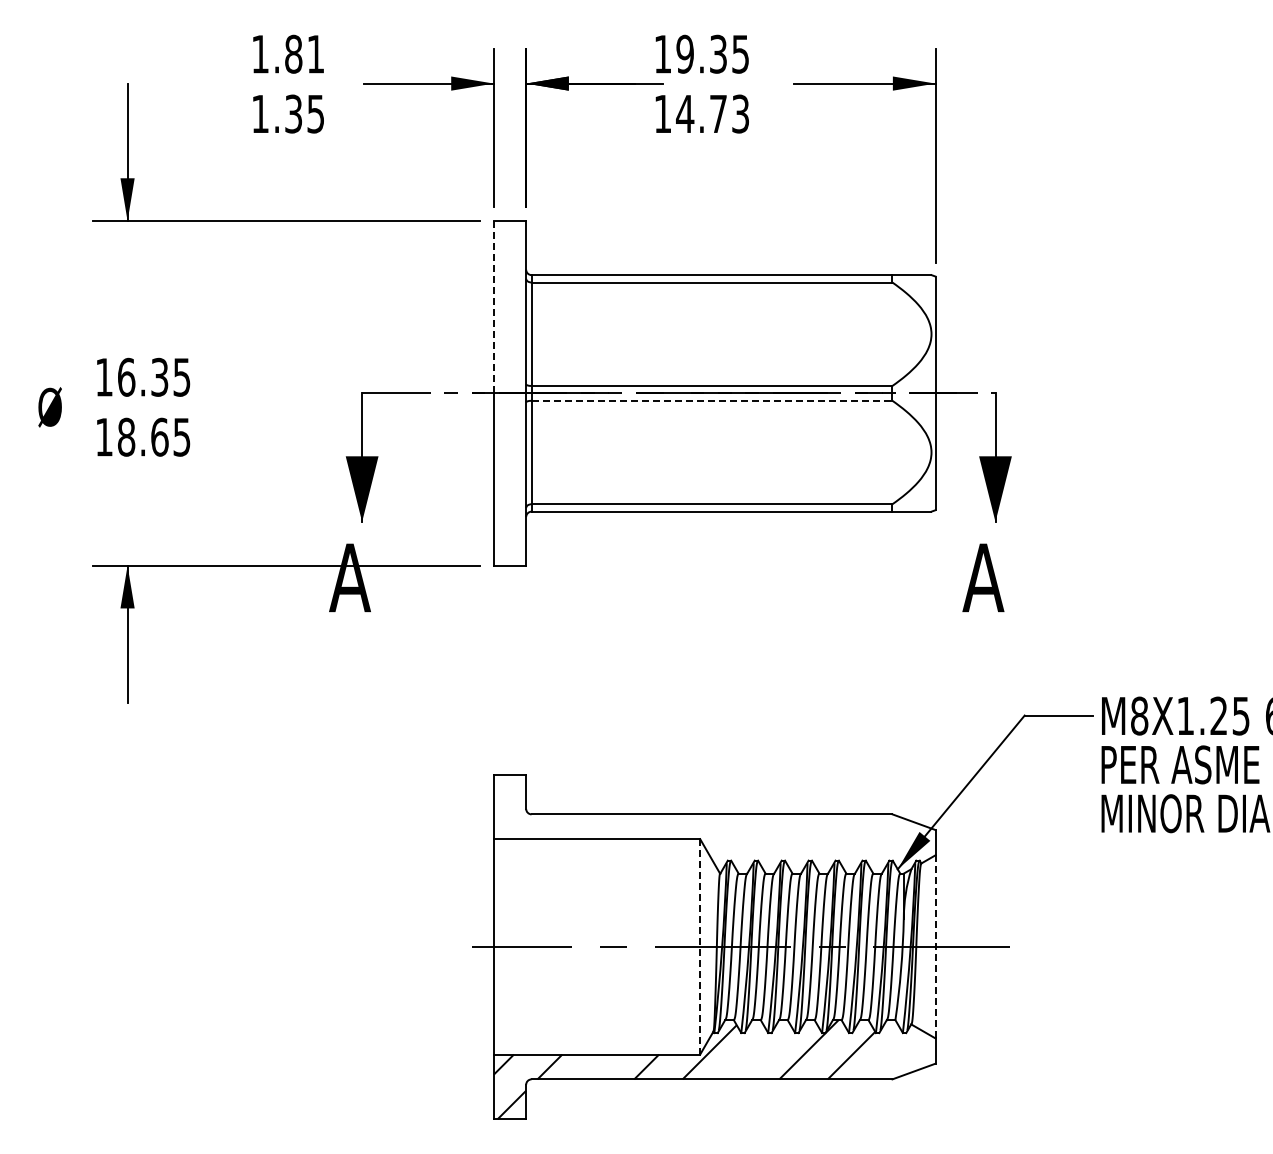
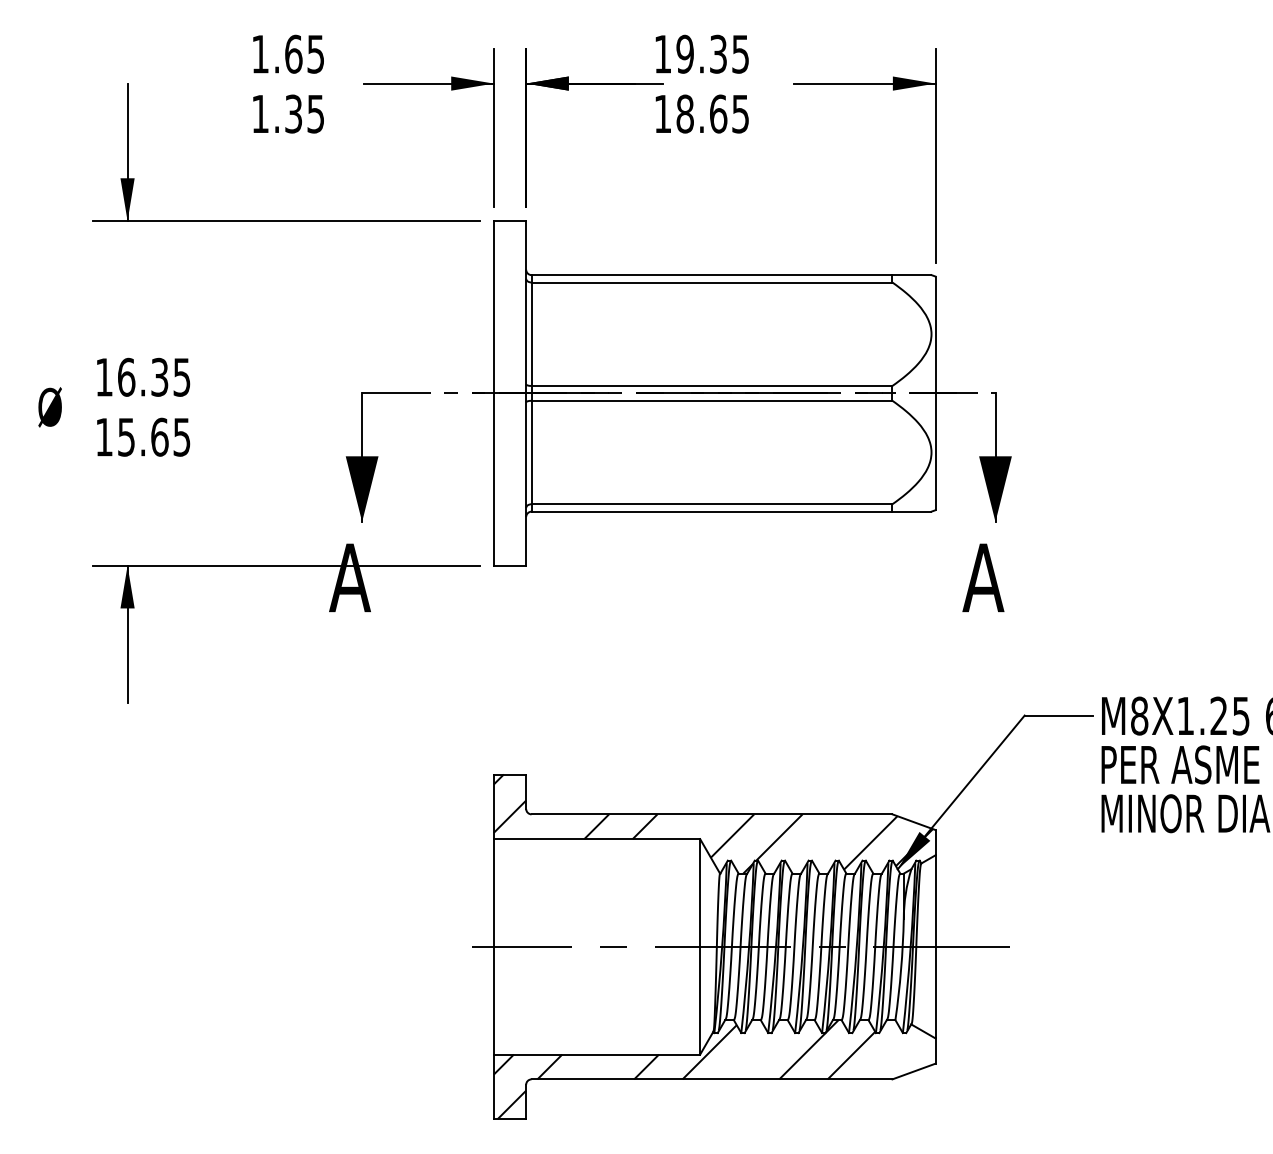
text at (304, 53): 1.81 -> 1.65
text at (712, 113): 14.73 -> 18.65
line at (493, 306): dashed -> solid
line at (712, 400): dashed -> solid
text at (126, 436): 18.65 -> 15.65
hatch at (712, 823): none -> present
line at (700, 946): dashed -> solid
line at (935, 946): dashed -> solid
